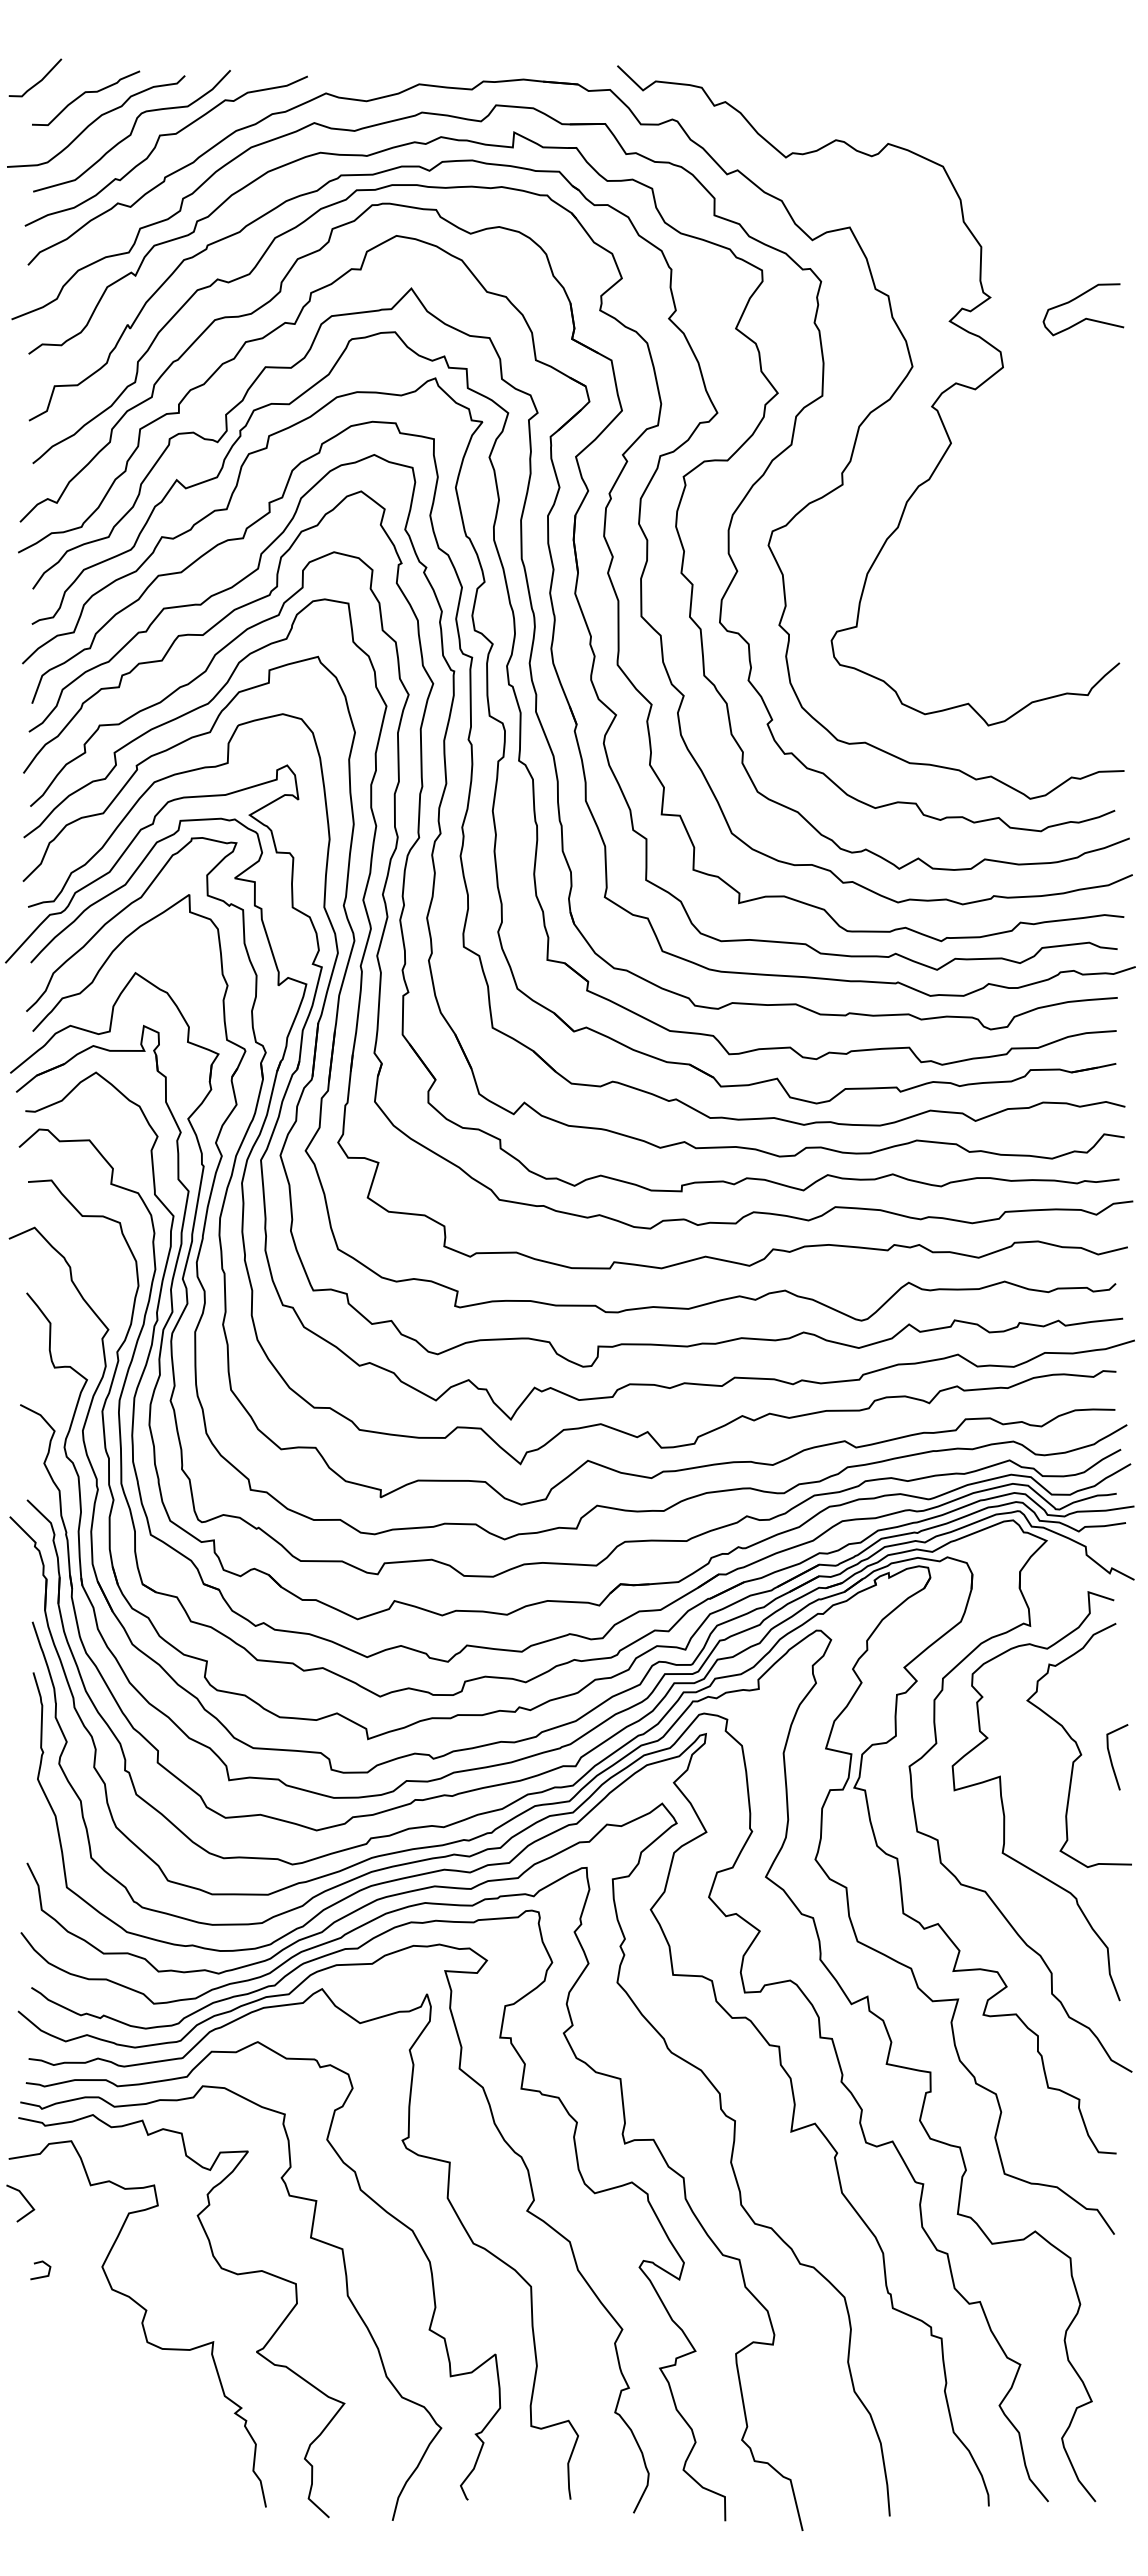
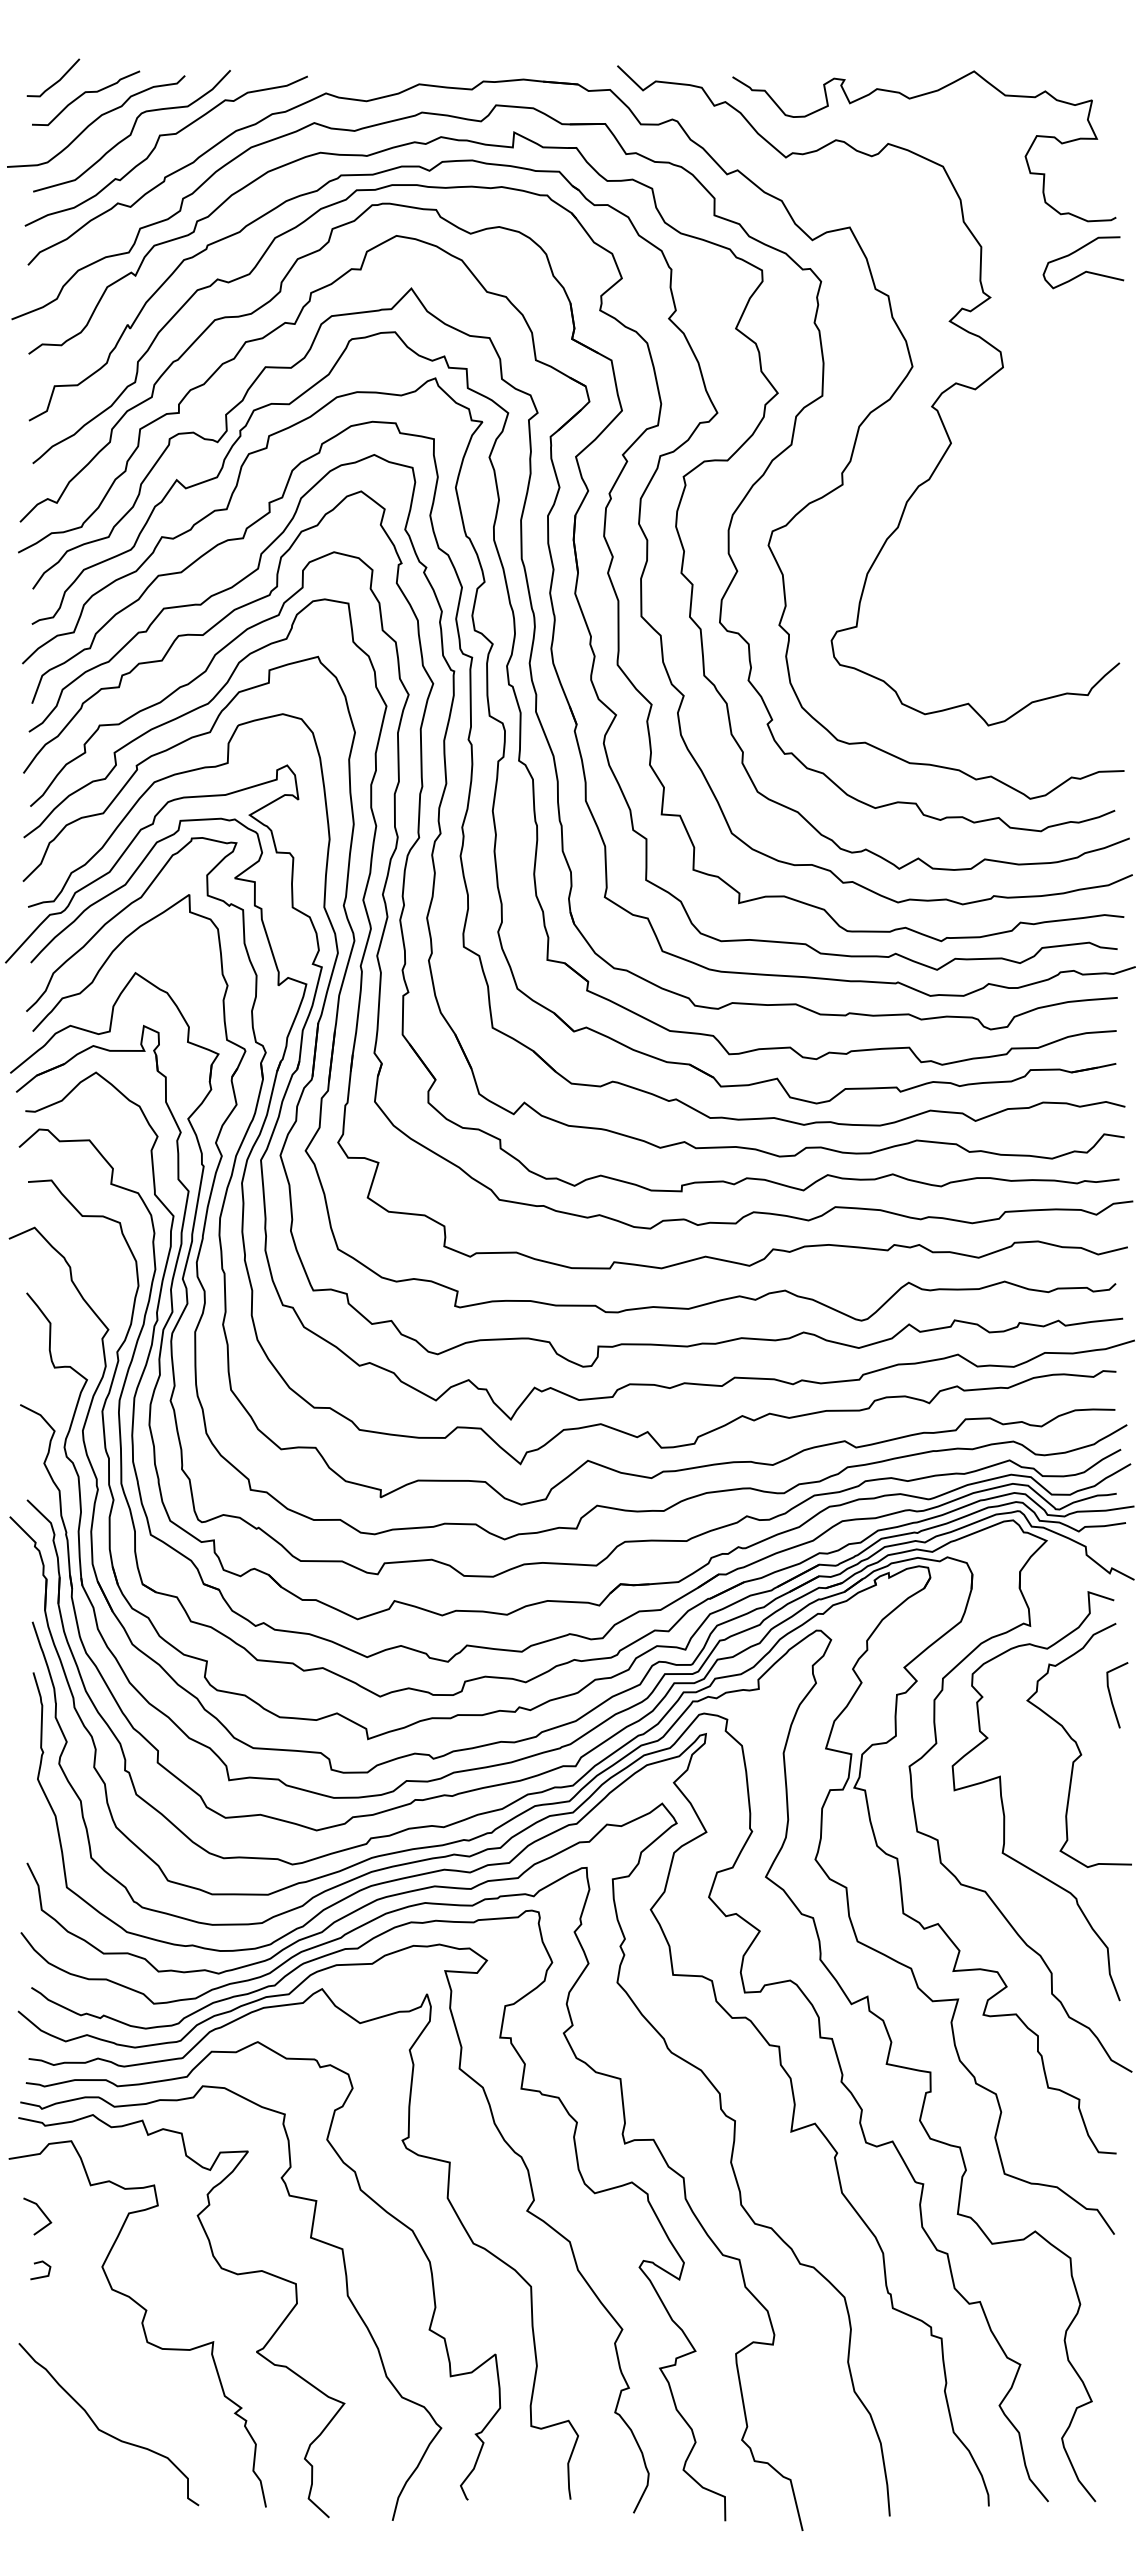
line at (39, 80) position: (39, 80) -> (57, 80)
curve at (914, 98): none -> present
curve at (1086, 317) position: (1086, 317) -> (1086, 270)
line at (1111, 1757) position: (1111, 1757) -> (1111, 1695)
line at (24, 2199) position: (24, 2199) -> (41, 2212)
curve at (104, 2431): none -> present
